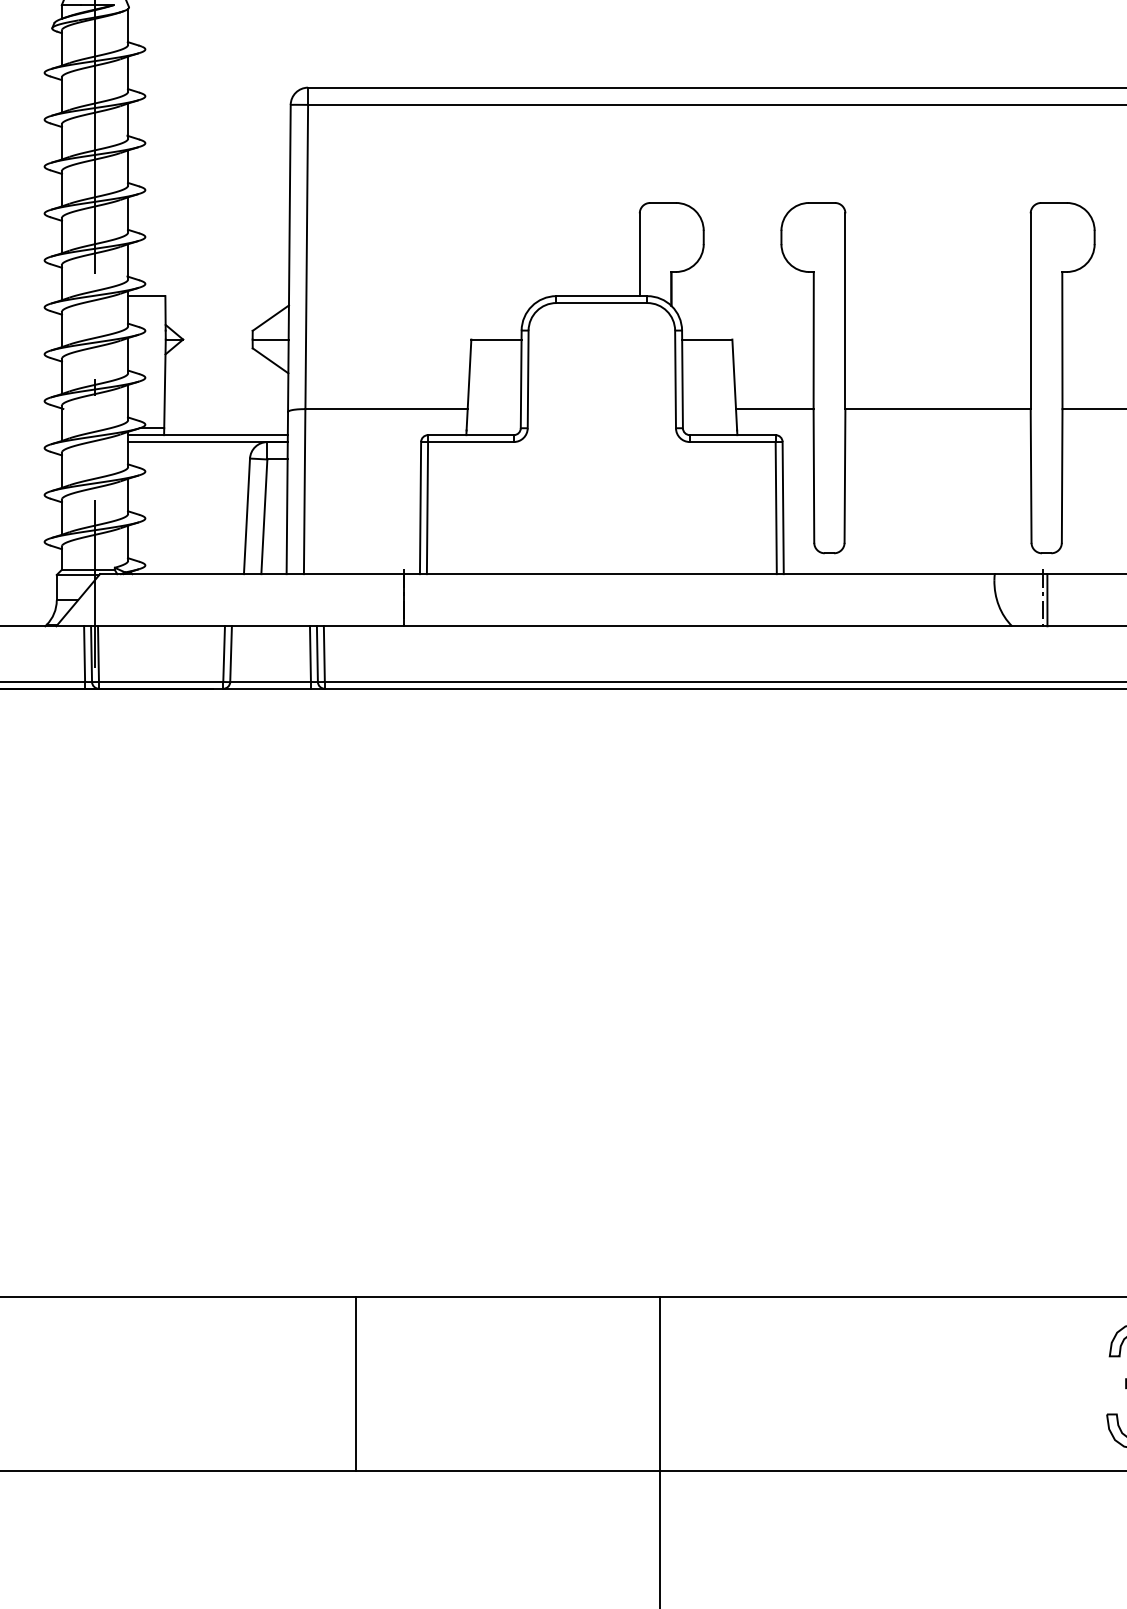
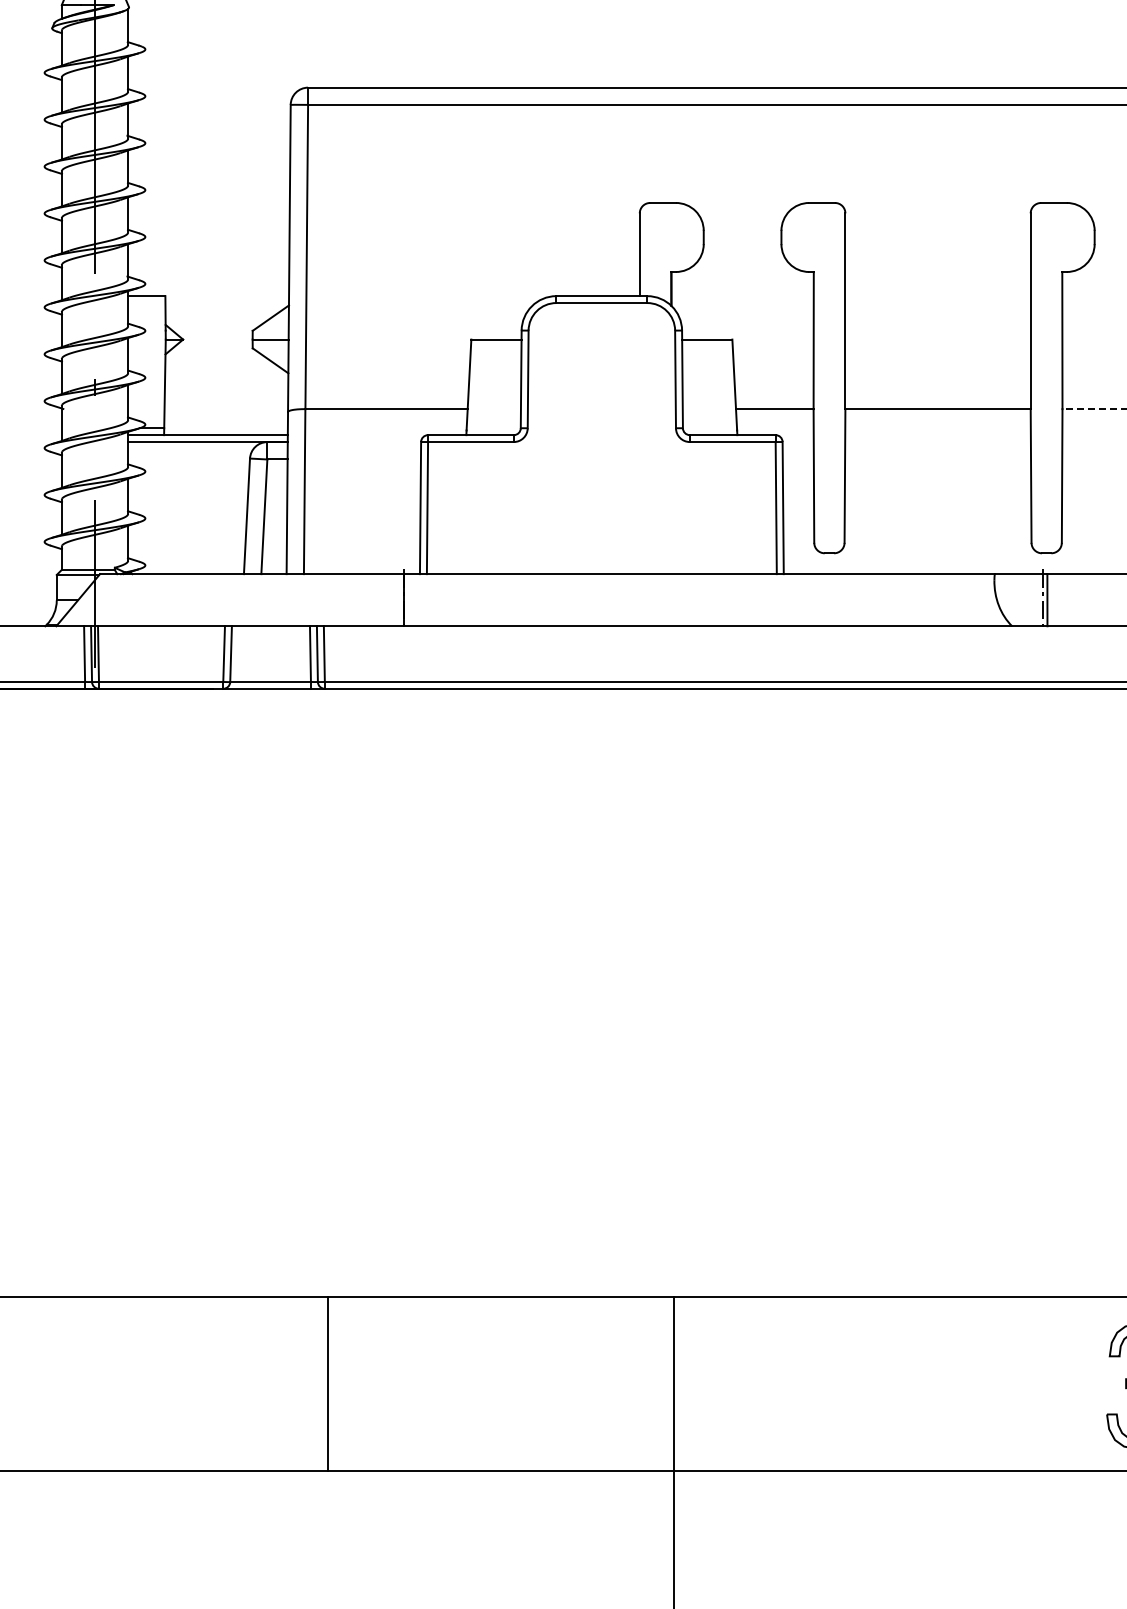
line at (1094, 409): solid -> dashed
line at (355, 1383) position: (355, 1383) -> (327, 1383)
line at (659, 1451) position: (659, 1451) -> (673, 1451)
